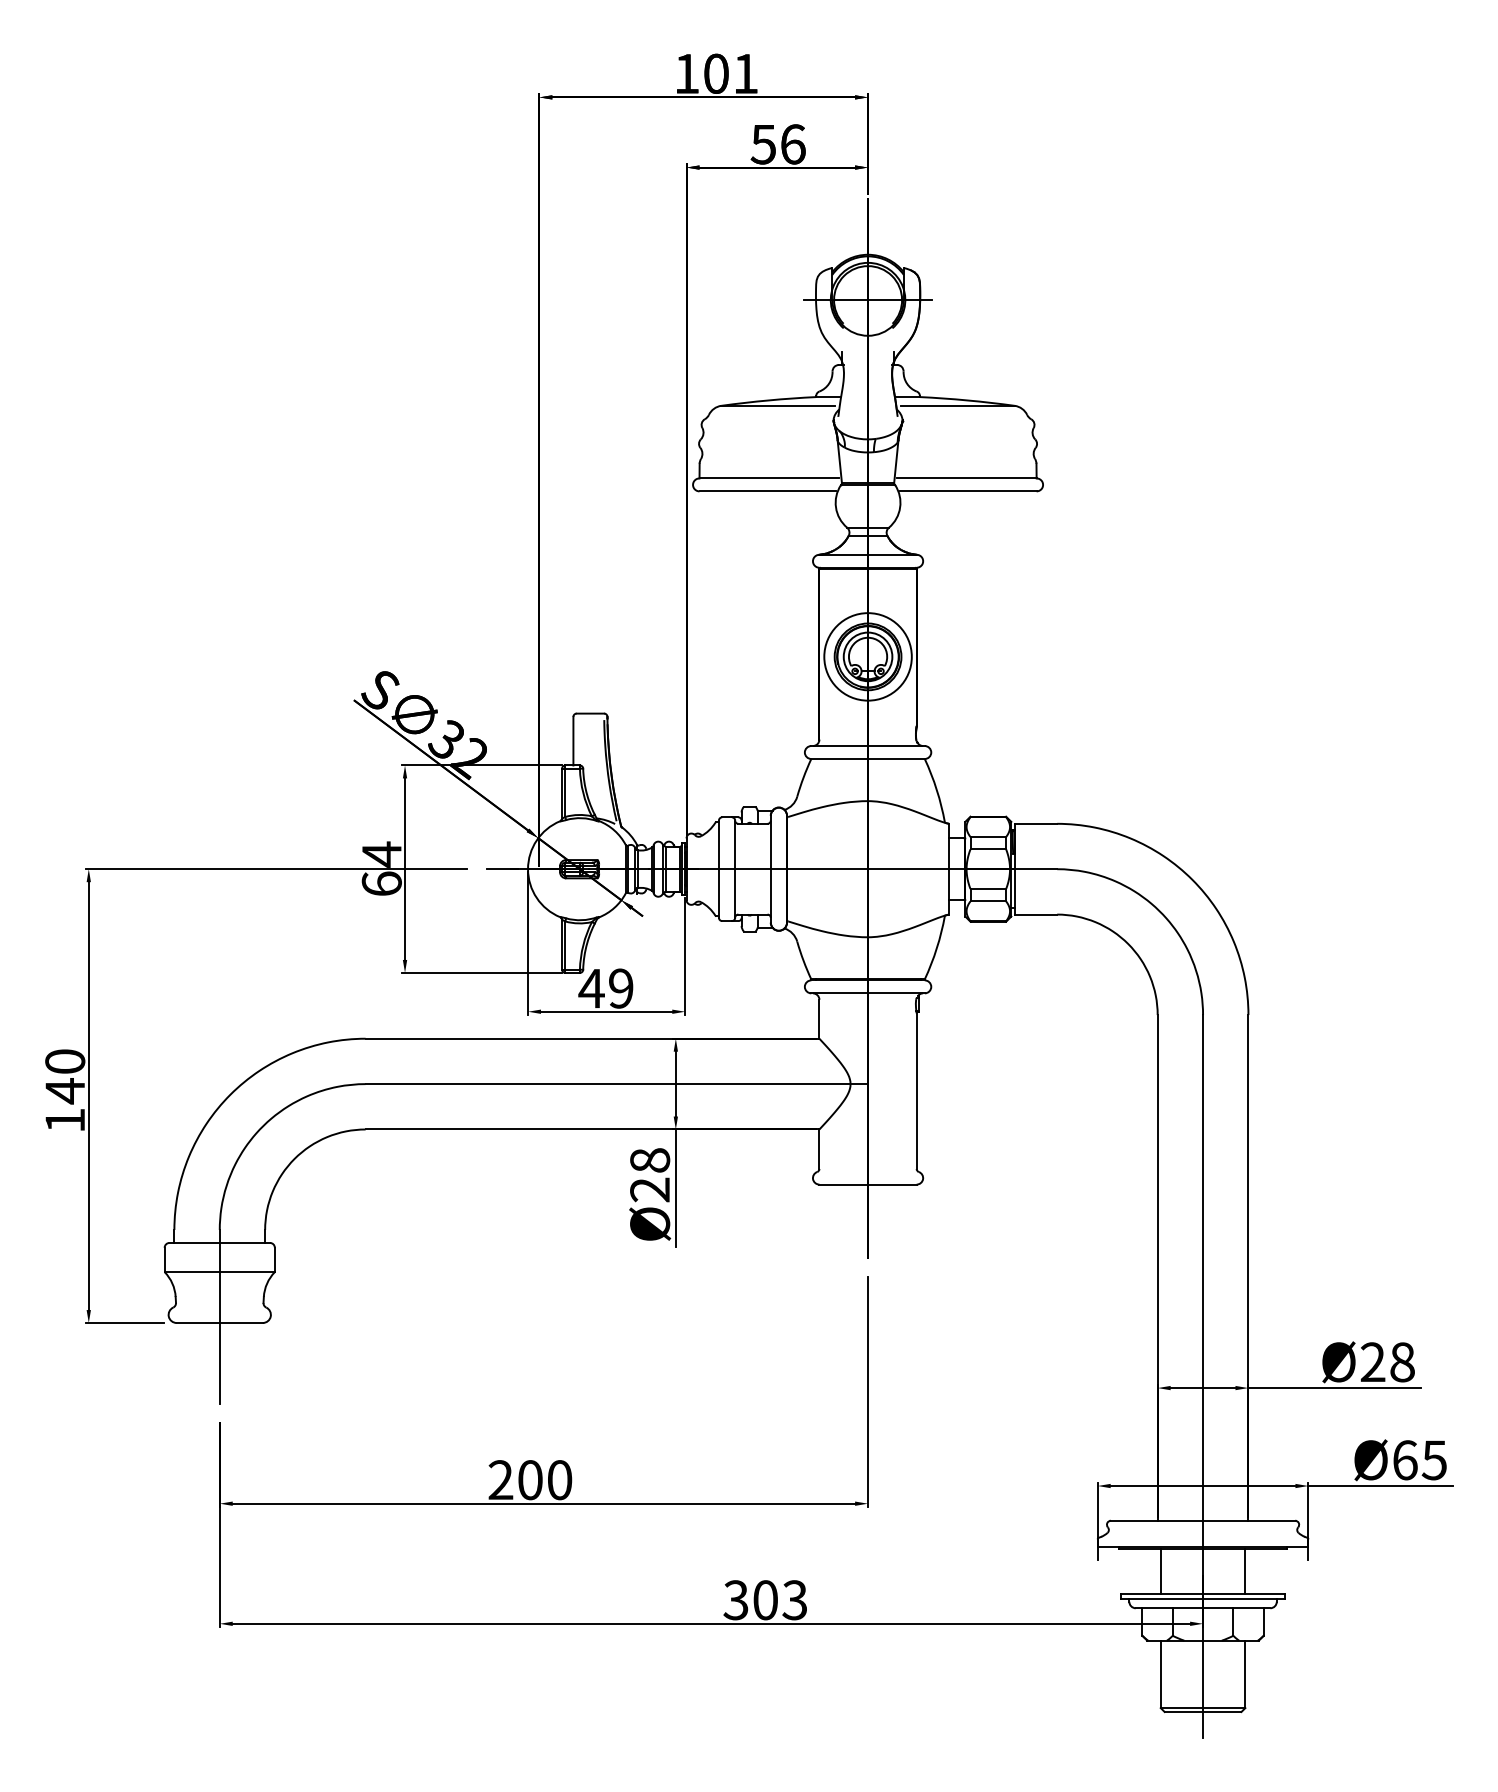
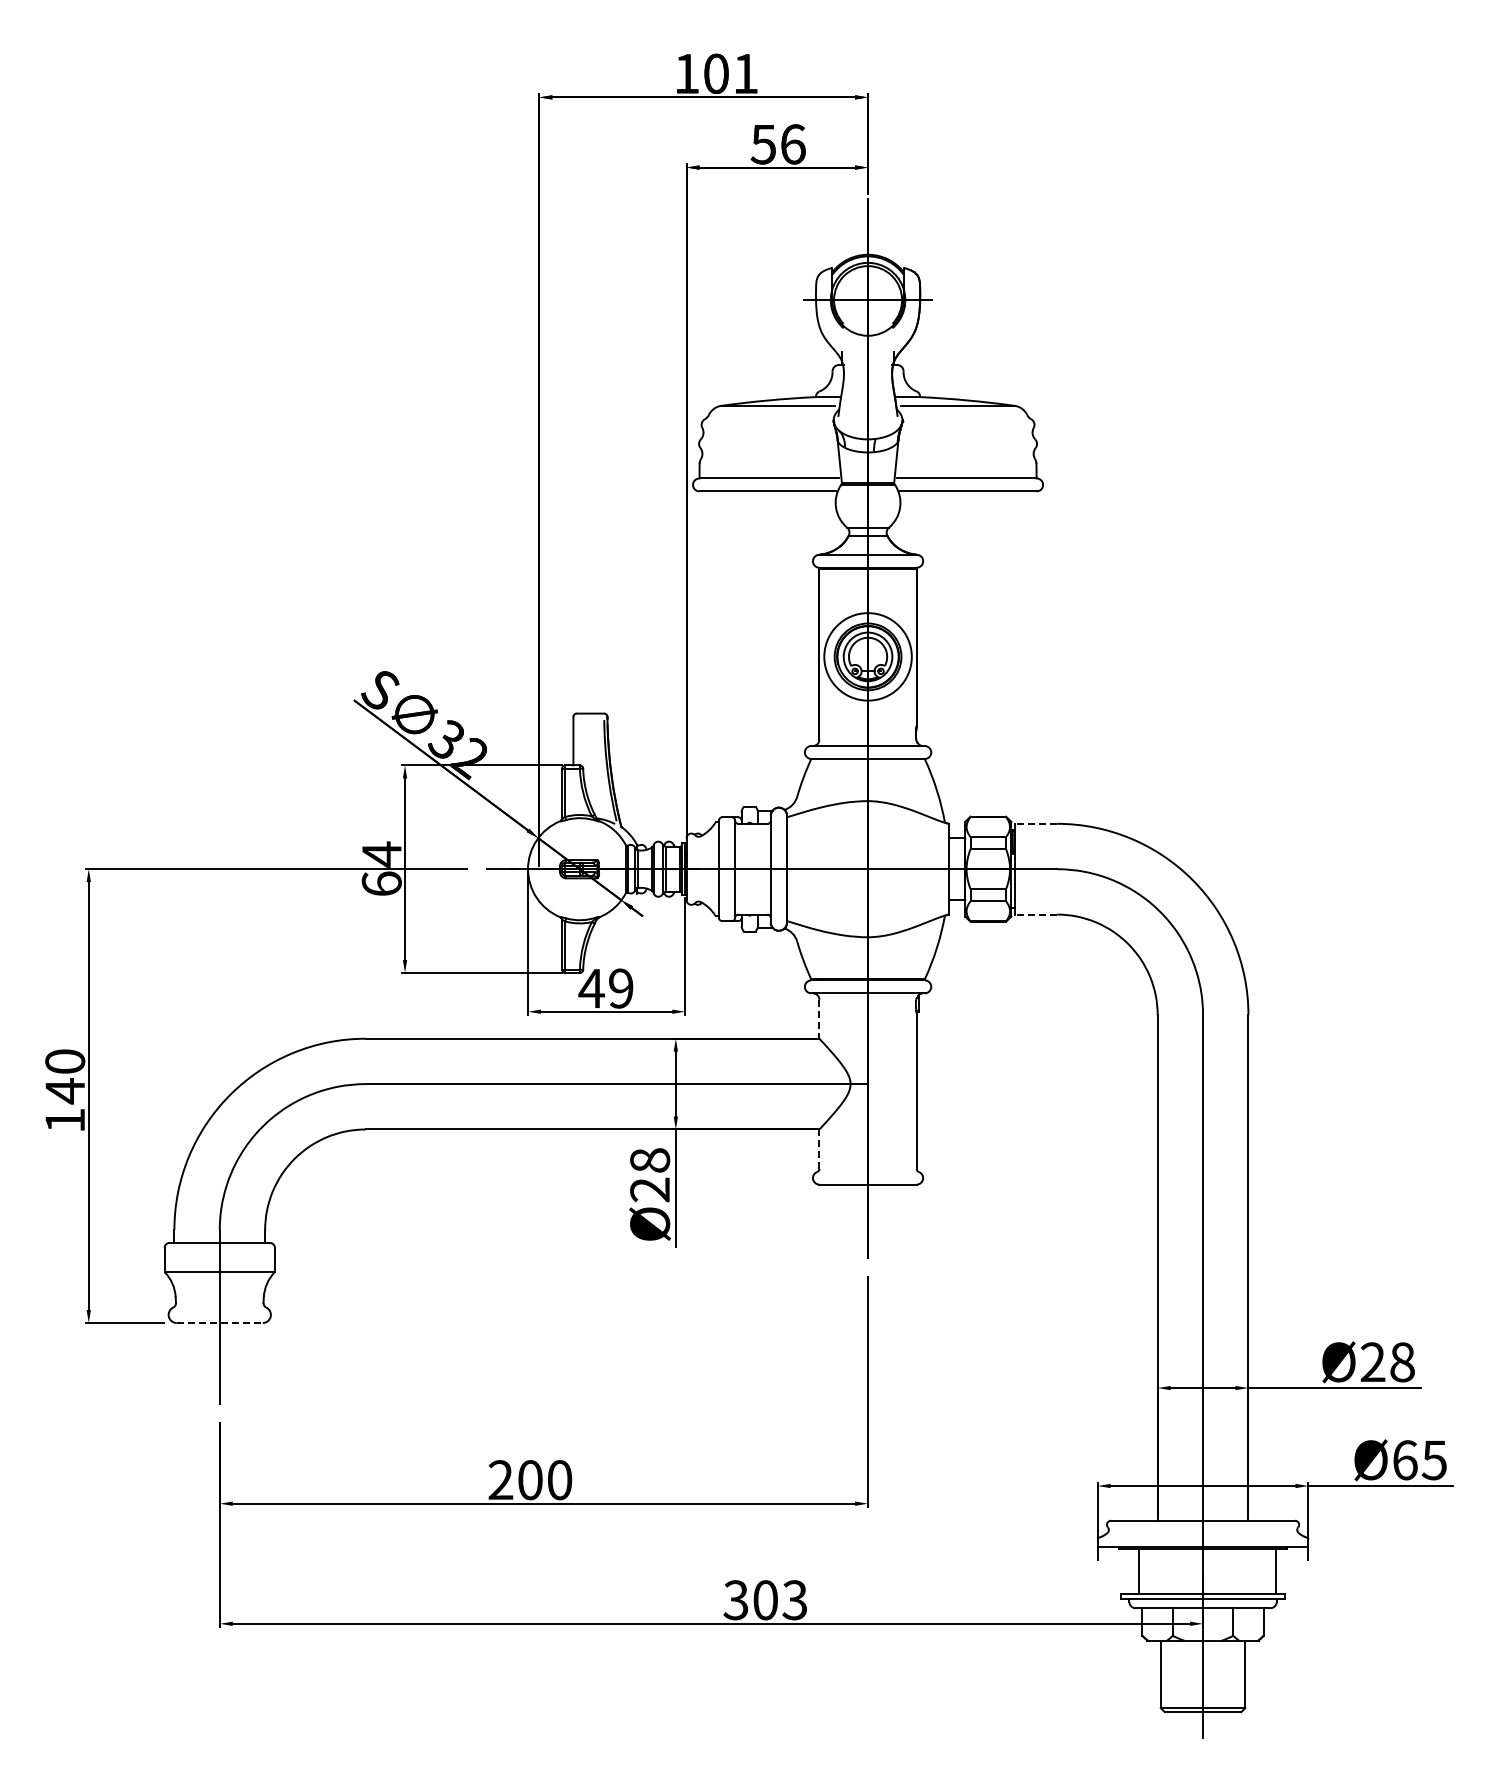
line at (1035, 823): solid -> dashed
line at (1035, 914): solid -> dashed
line at (819, 1019): solid -> dashed
line at (819, 1149): solid -> dashed
line at (220, 1323): solid -> dashed
line at (1160, 1570) position: (1160, 1570) -> (1138, 1570)
line at (1245, 1570) position: (1245, 1570) -> (1276, 1570)
